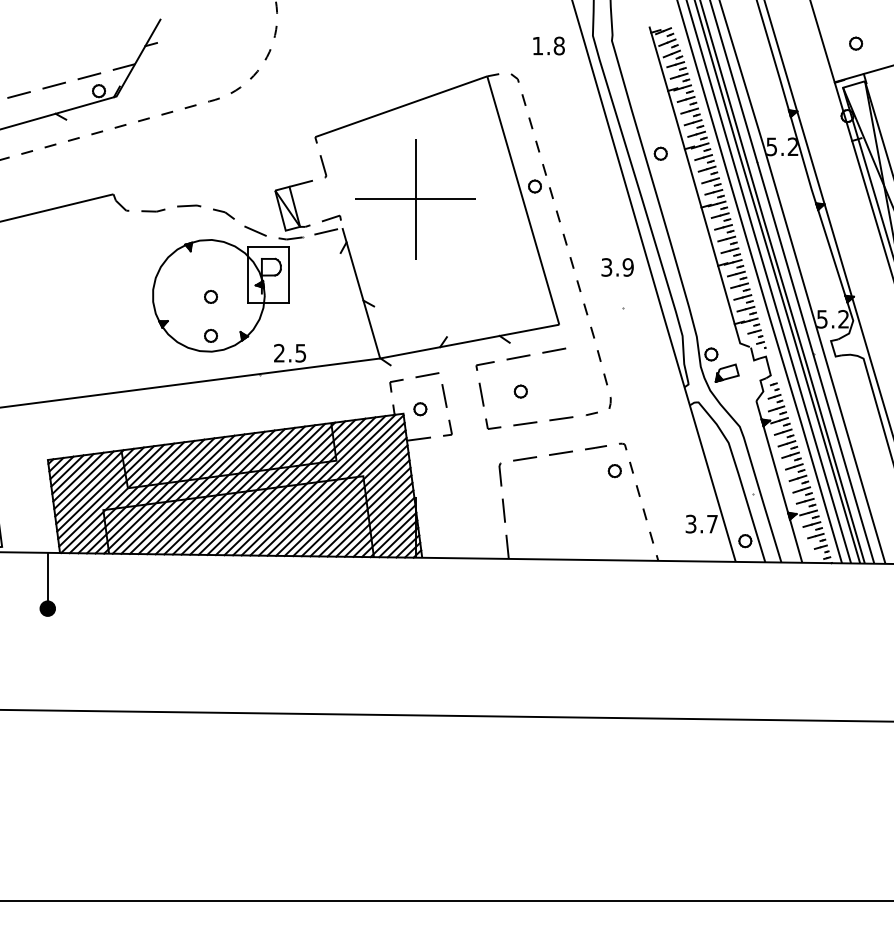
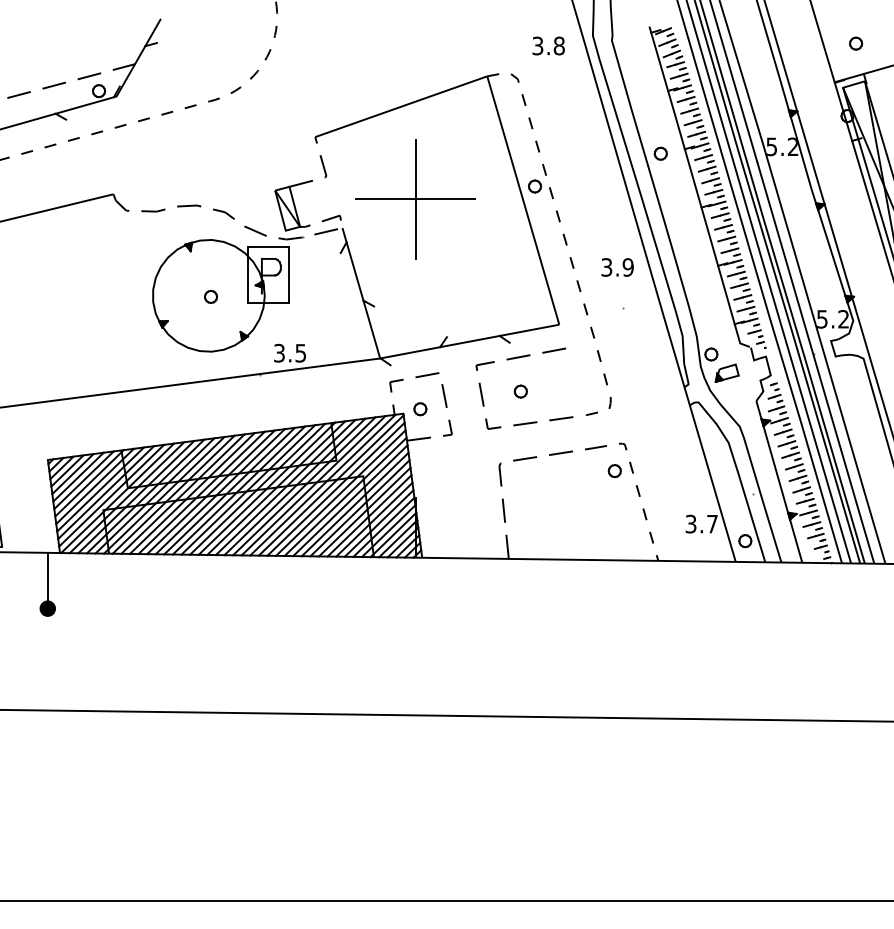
text at (537, 45): 1.8 -> 3.8
part at (210, 335): present -> none
text at (279, 353): 2.5 -> 3.5
